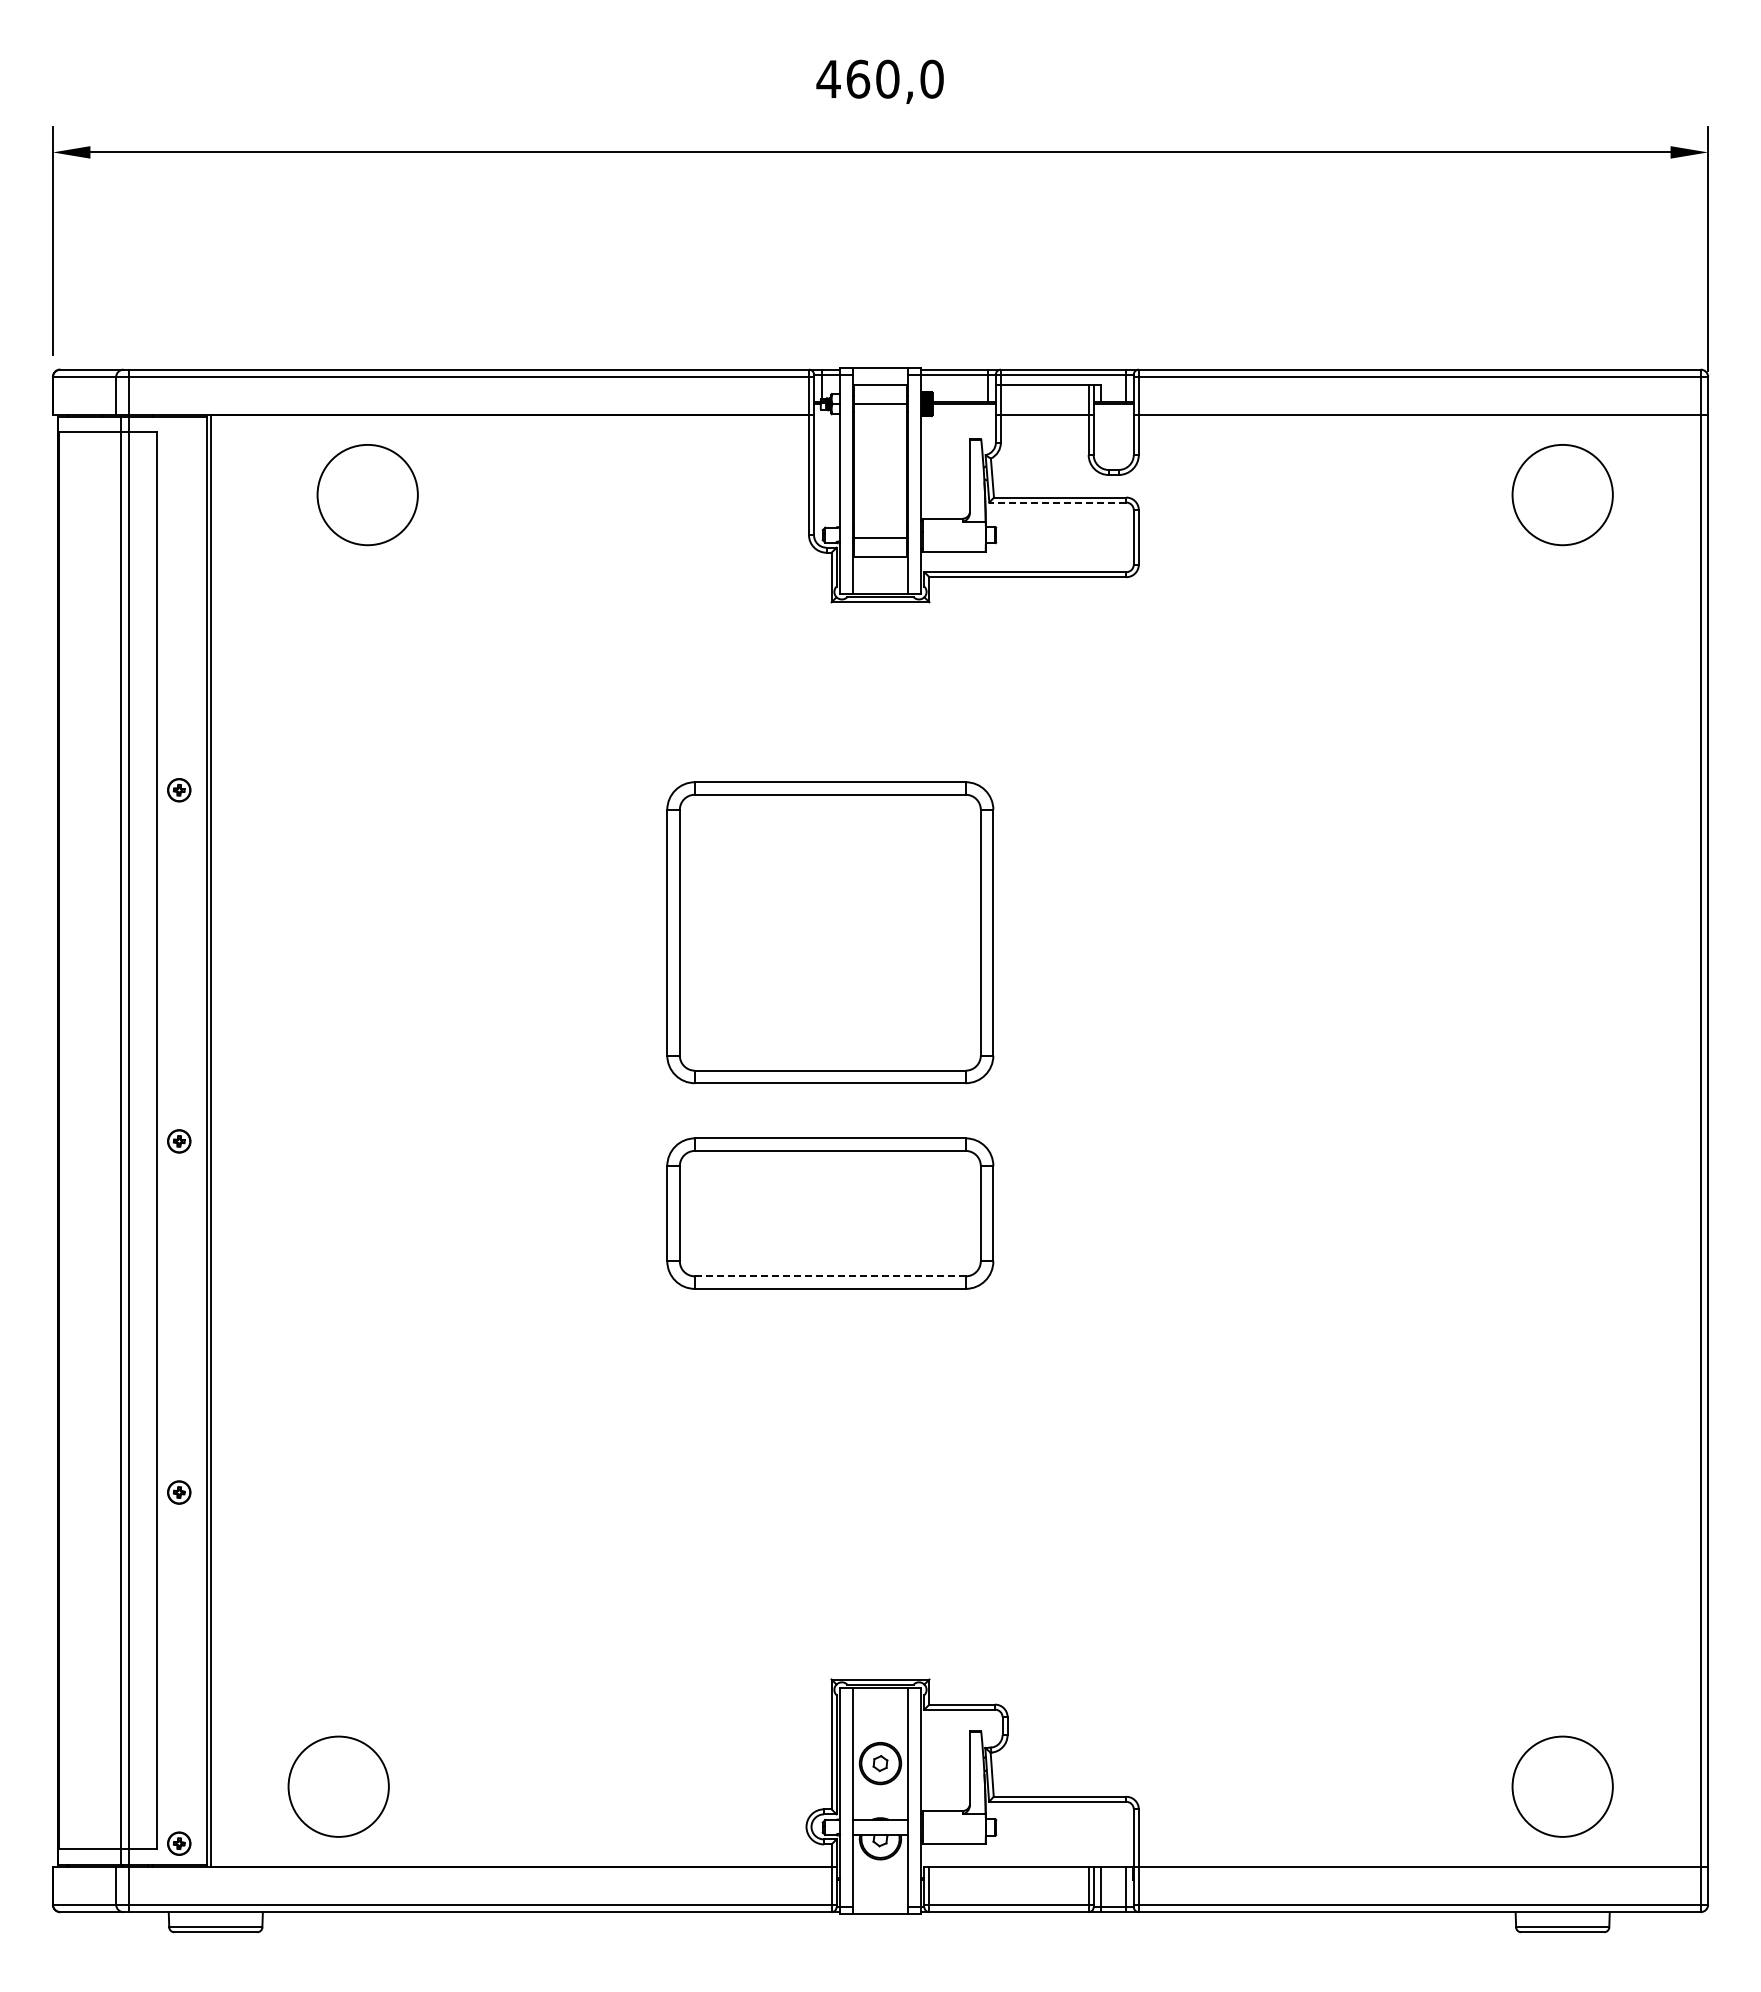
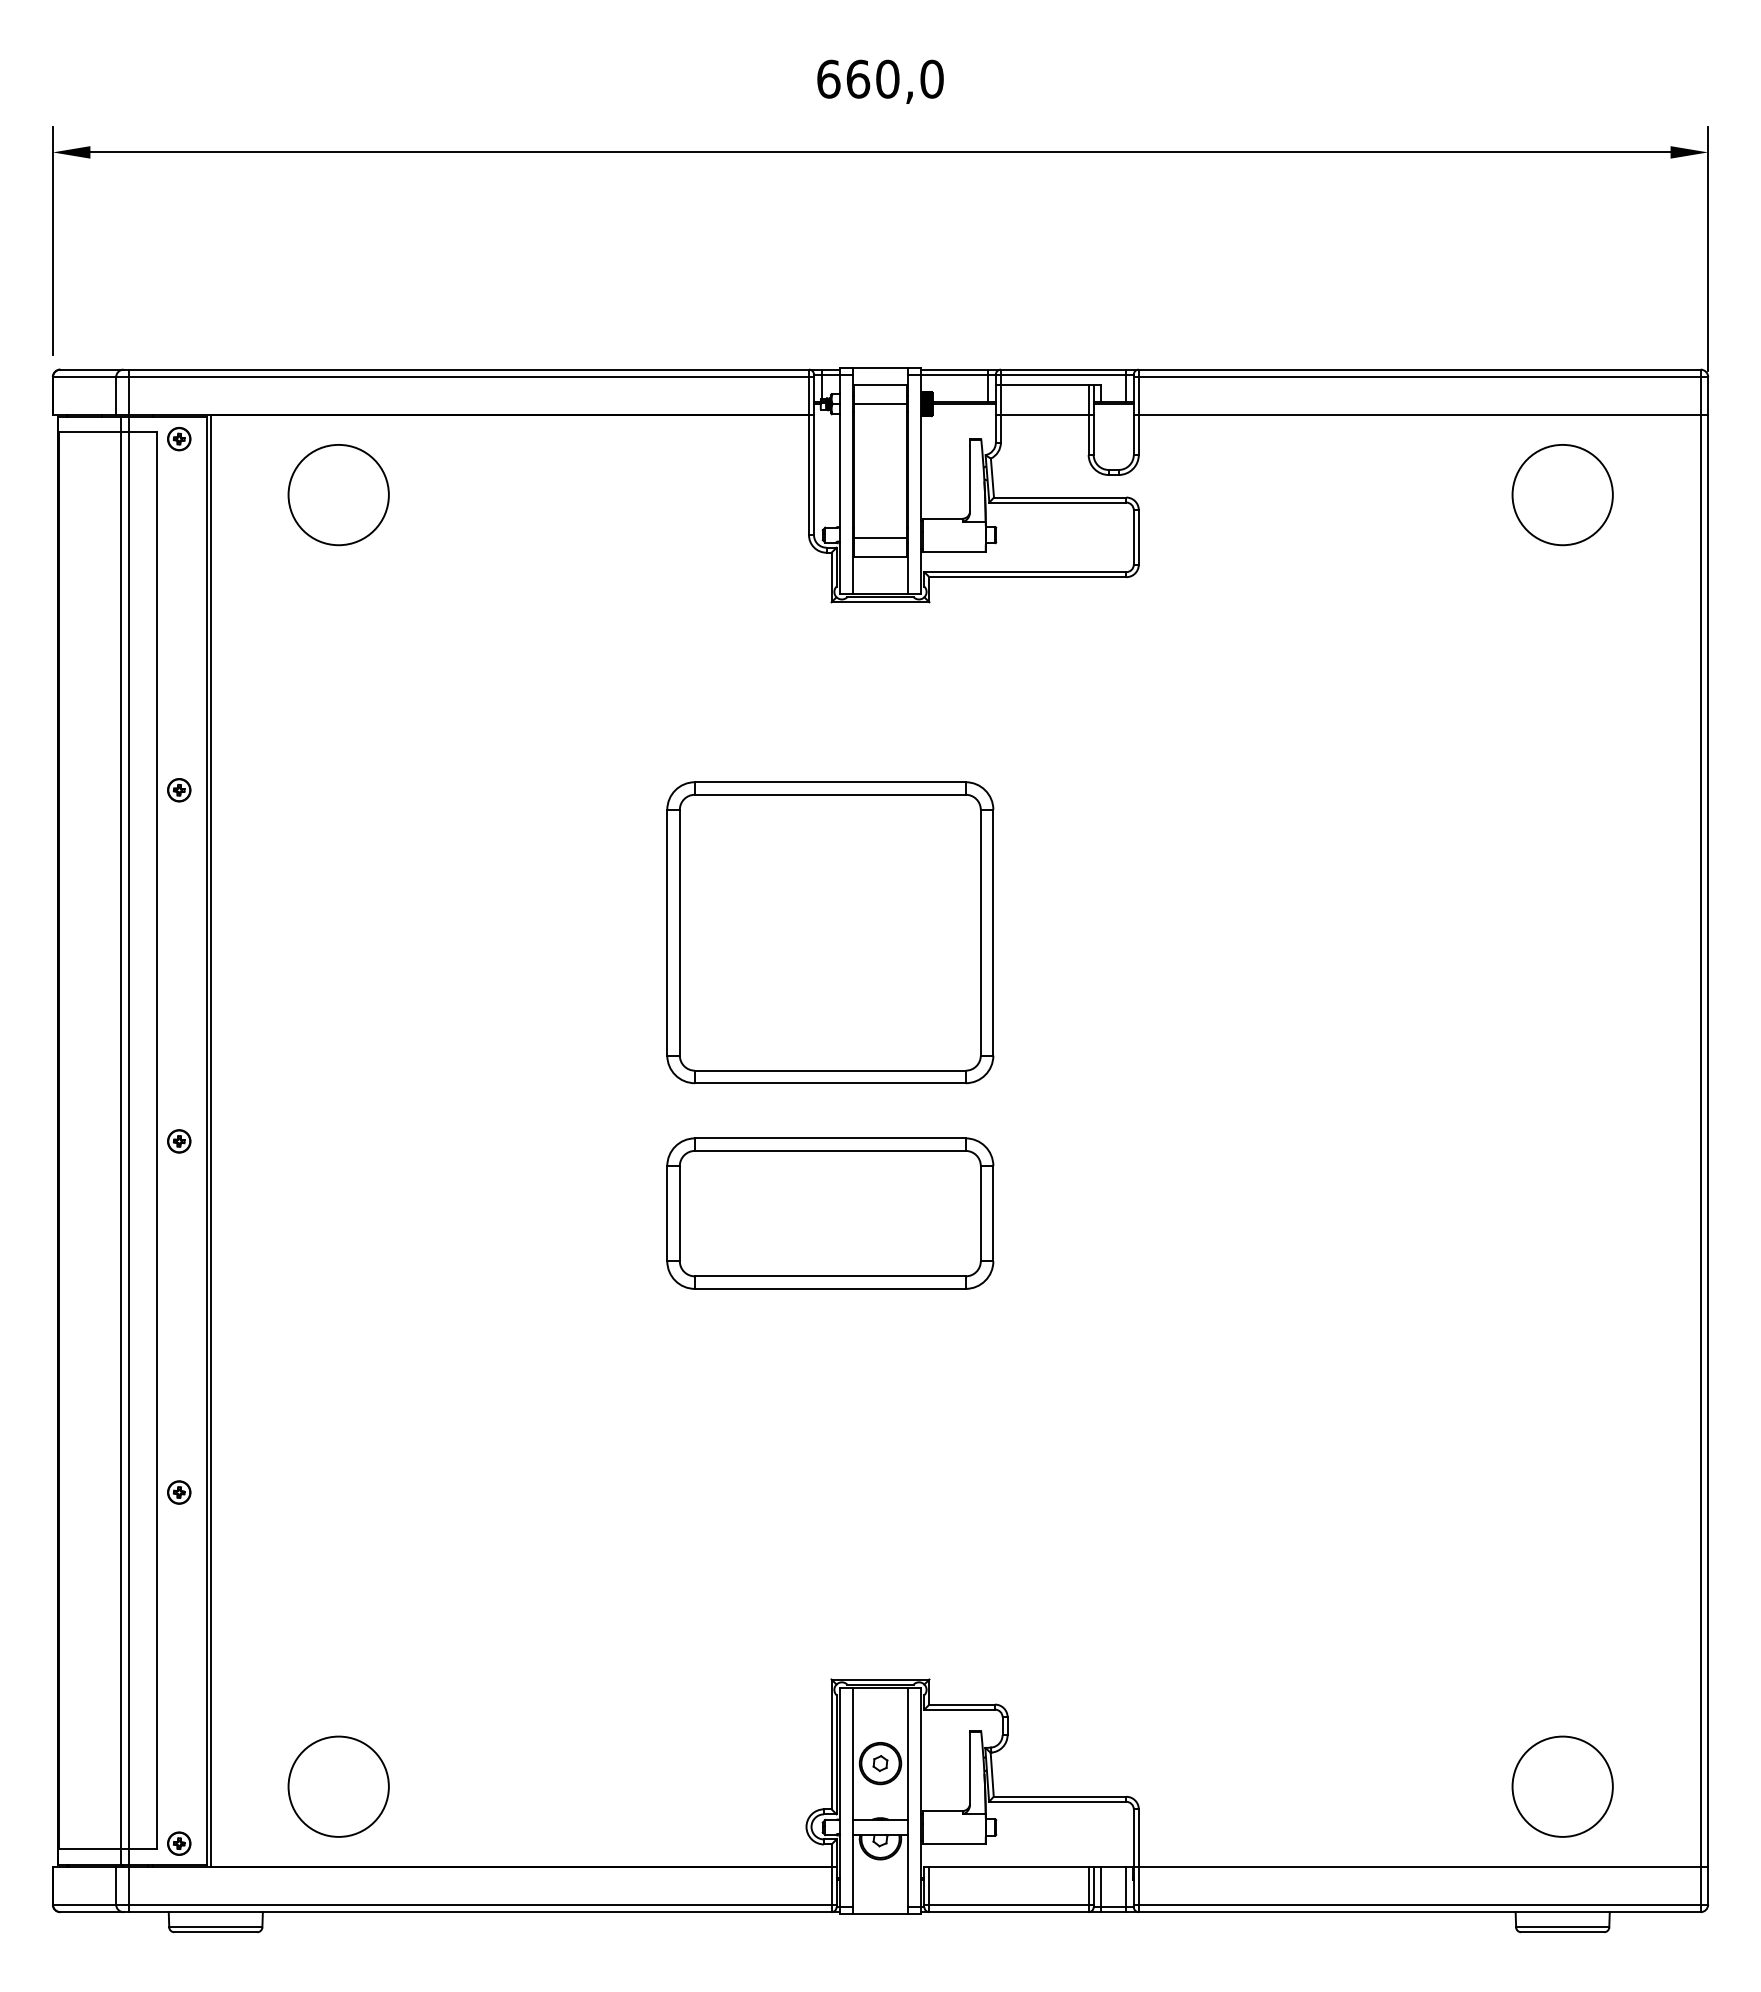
text at (828, 78): 460,0 -> 660,0
part at (179, 439): none -> present
circle at (367, 495) position: (367, 495) -> (338, 495)
line at (1057, 502): dashed -> solid
line at (830, 1276): dashed -> solid
